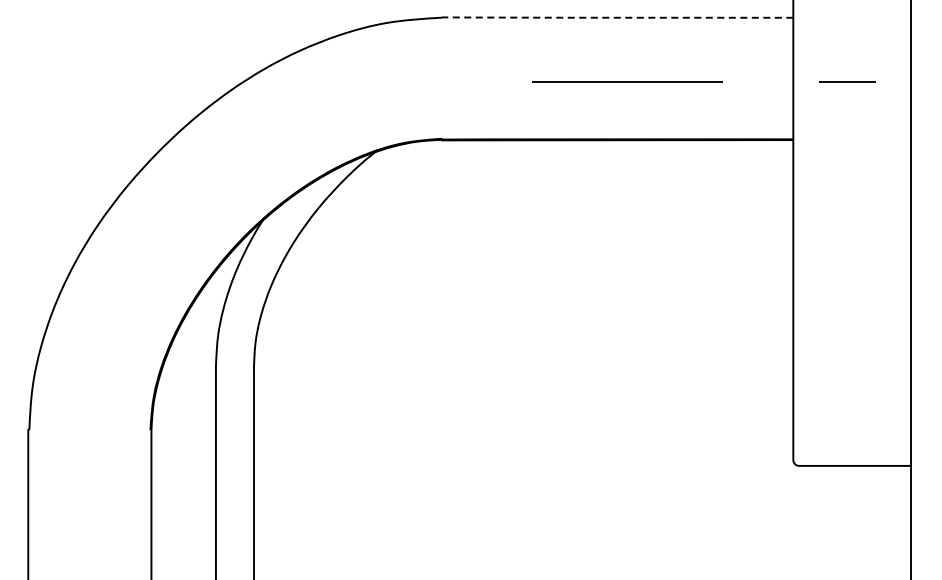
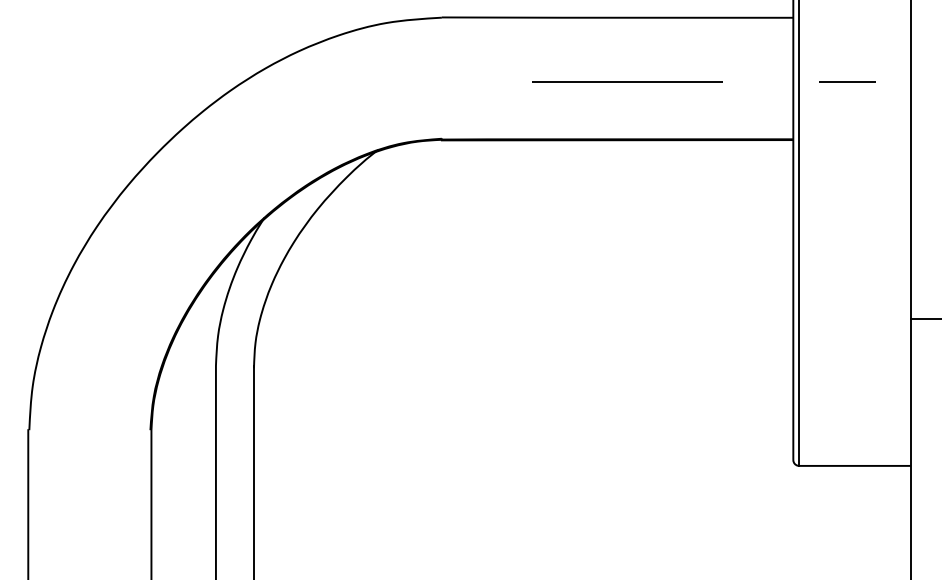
line at (616, 17): dashed -> solid
line at (799, 233): none -> present
line at (924, 319): none -> present
